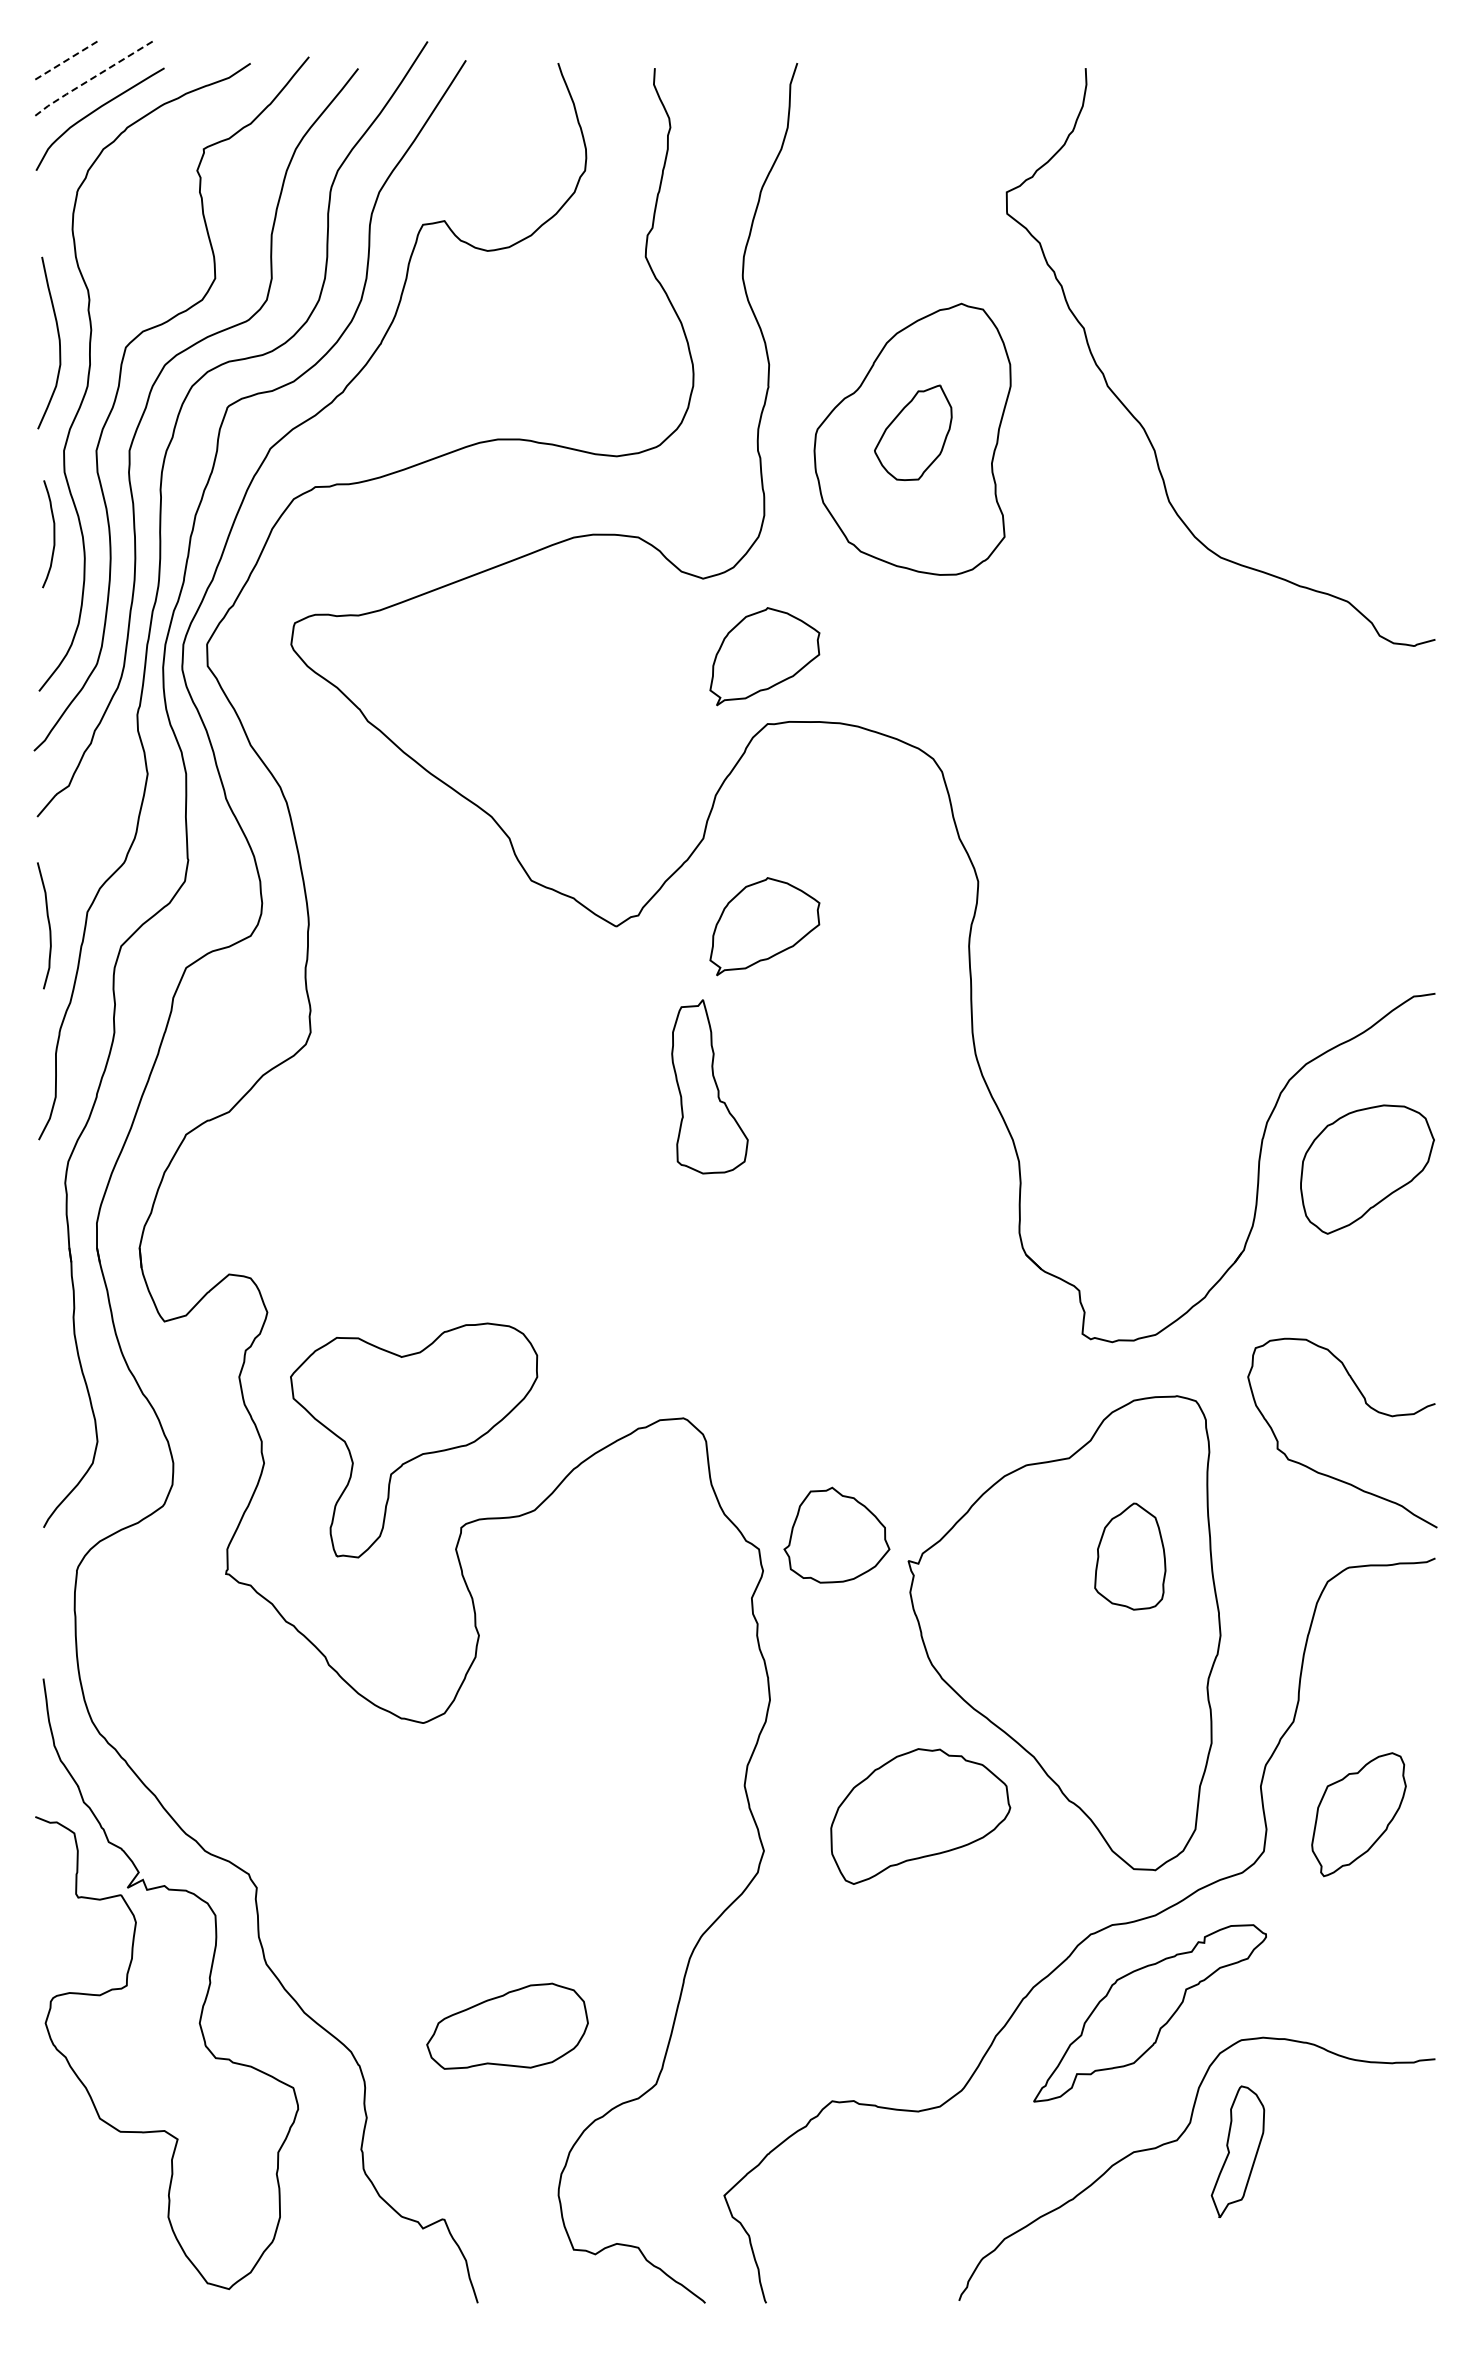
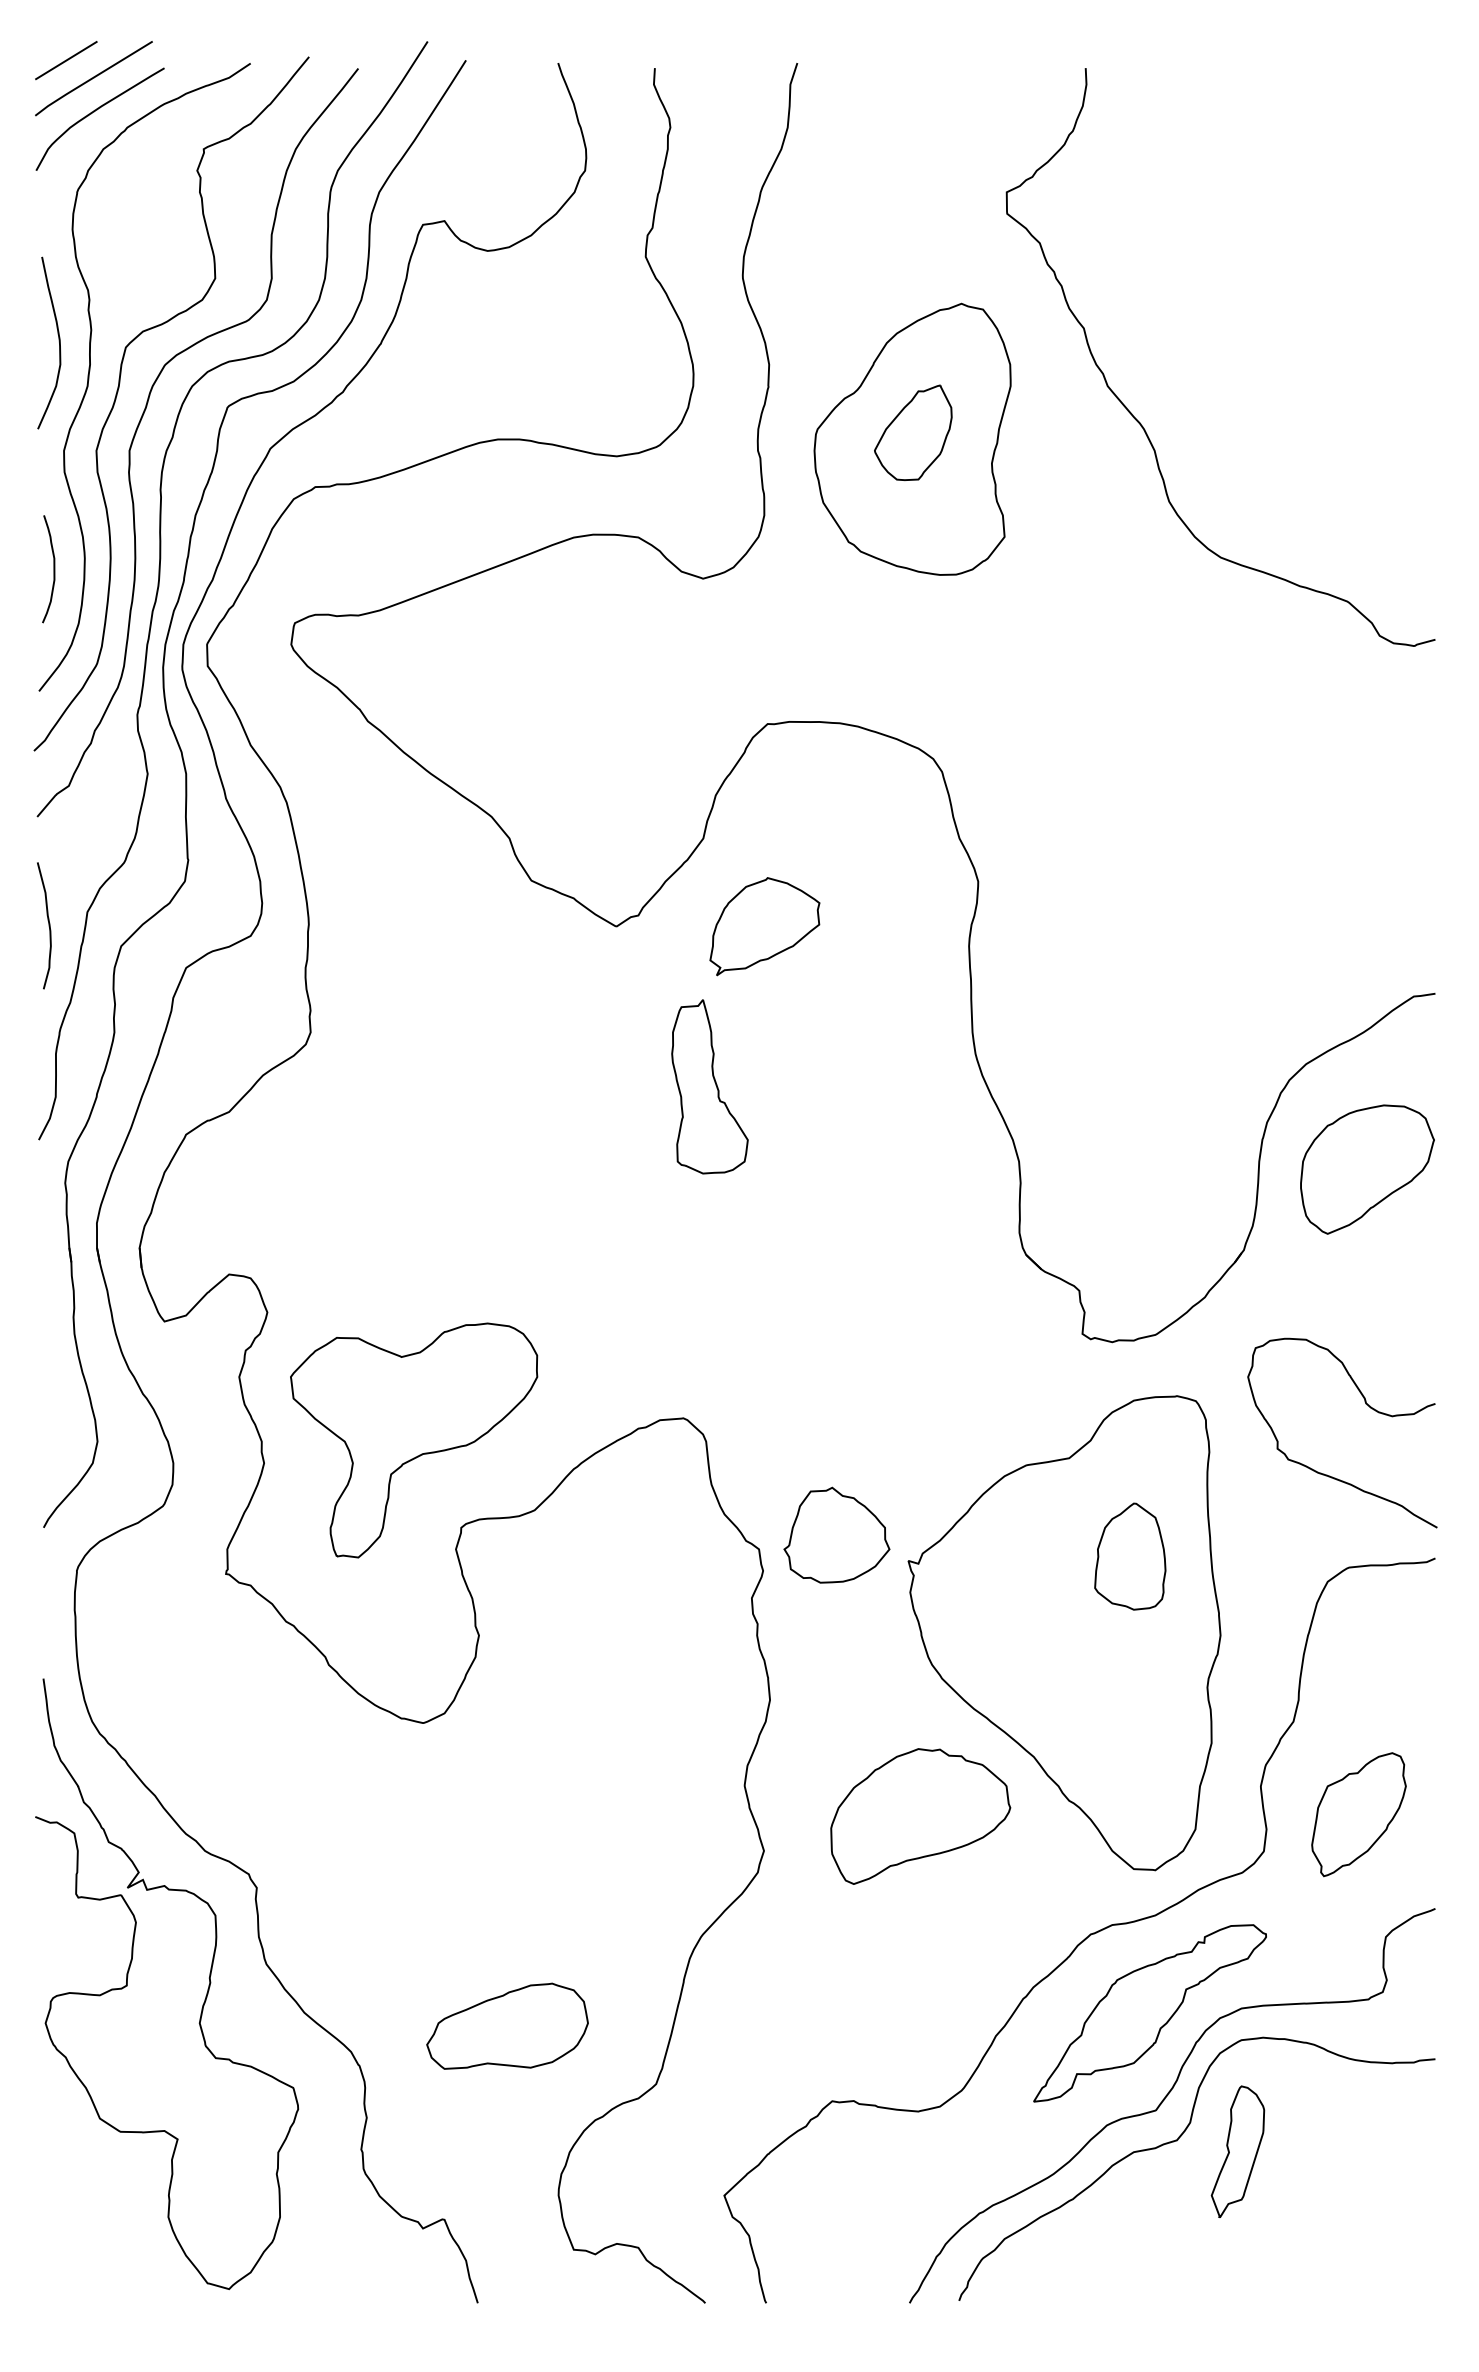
line at (66, 60): dashed -> solid
line at (92, 78): dashed -> solid
curve at (53, 534) position: (53, 534) -> (53, 569)
part at (764, 656): present -> none
curve at (1165, 2099): none -> present
